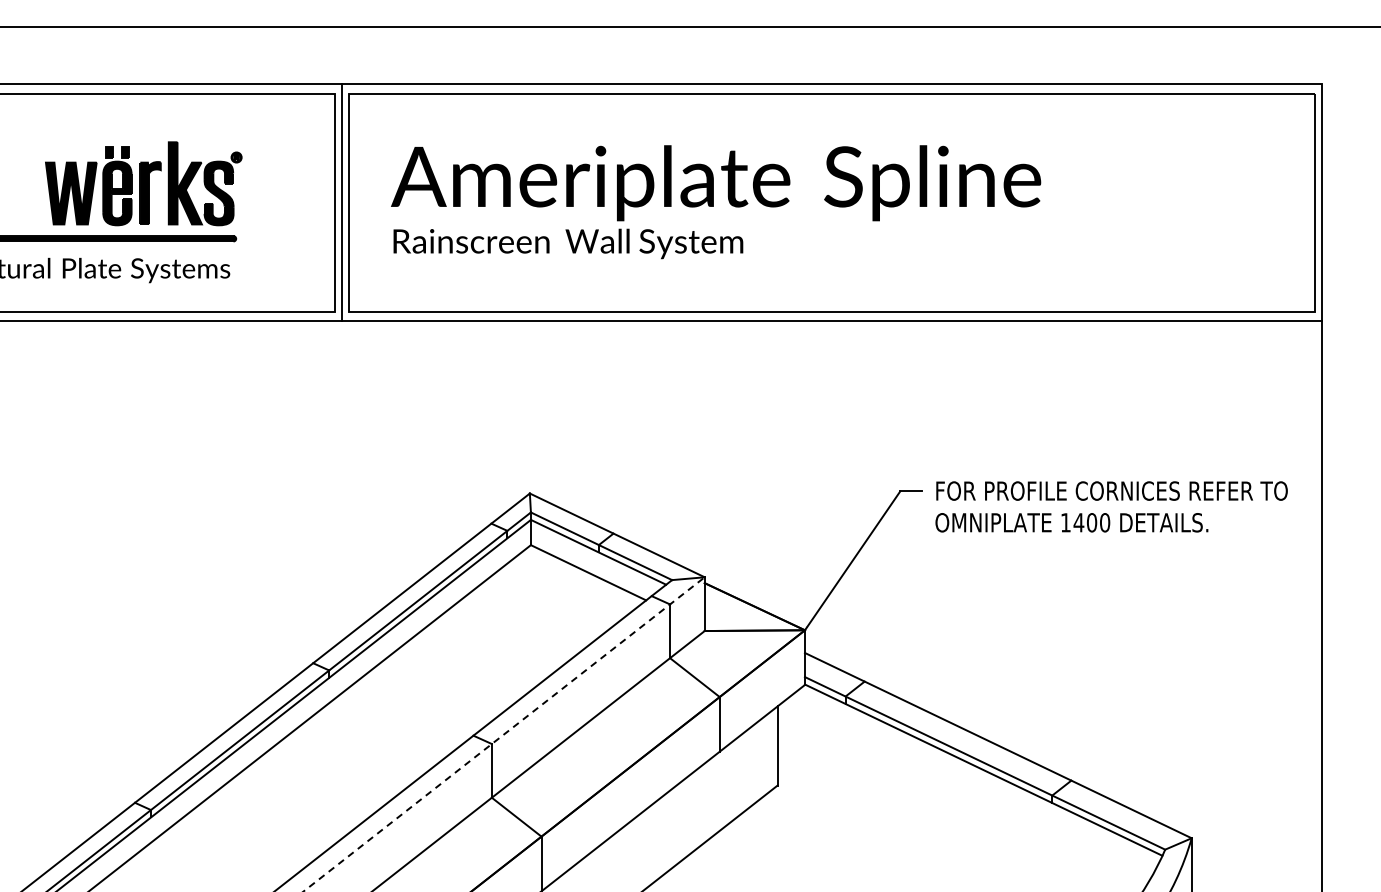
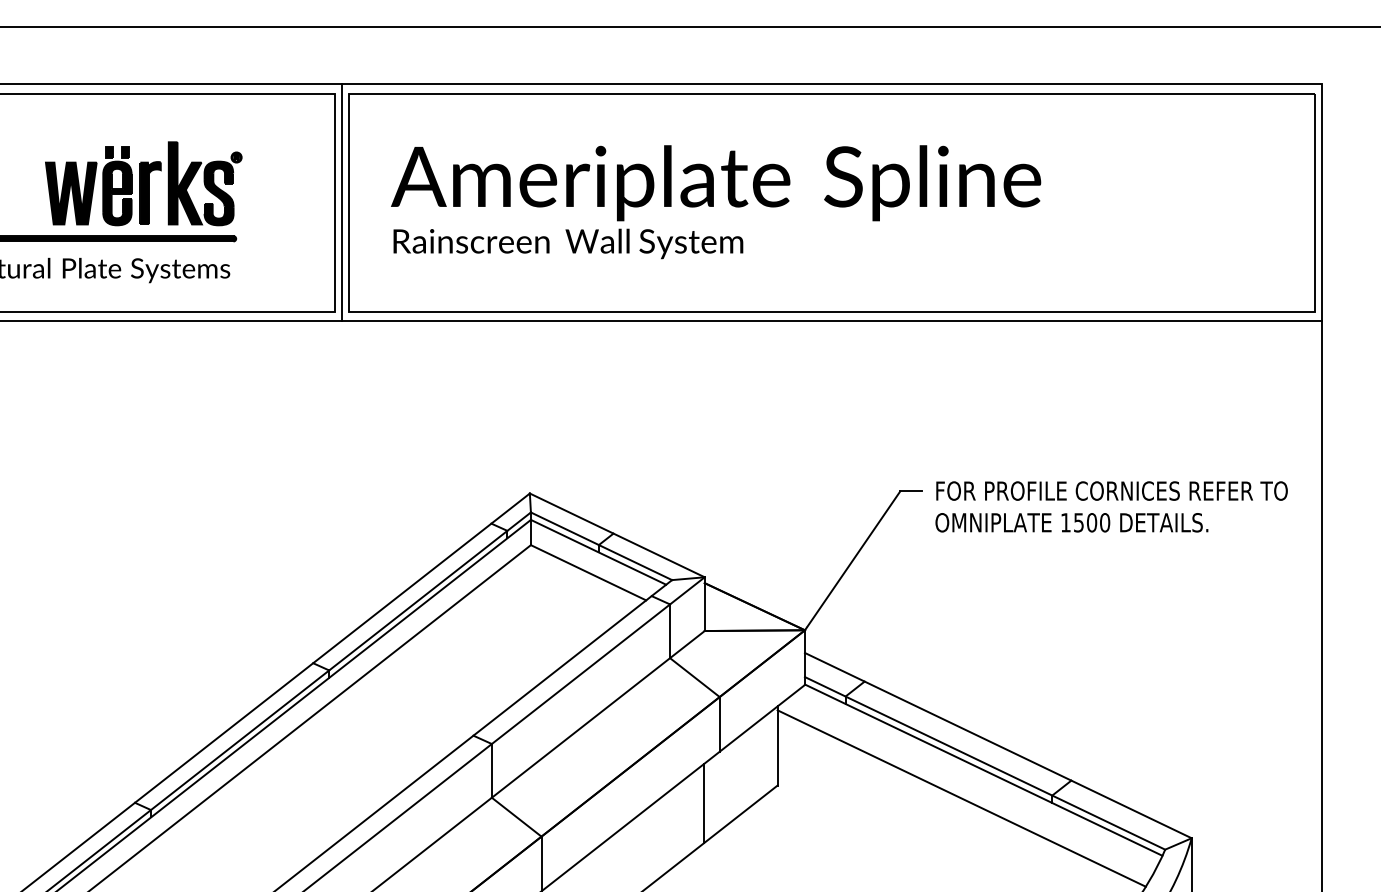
text at (1078, 522): 1400 -> 1500
line at (504, 734): dashed -> solid
line at (961, 798): none -> present
line at (703, 803): none -> present
